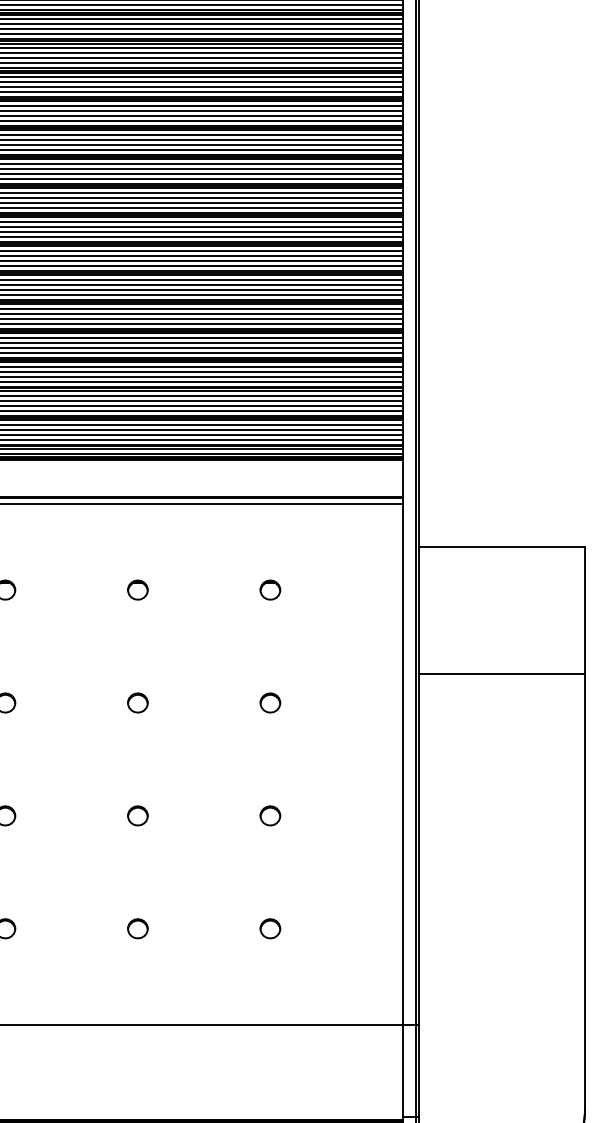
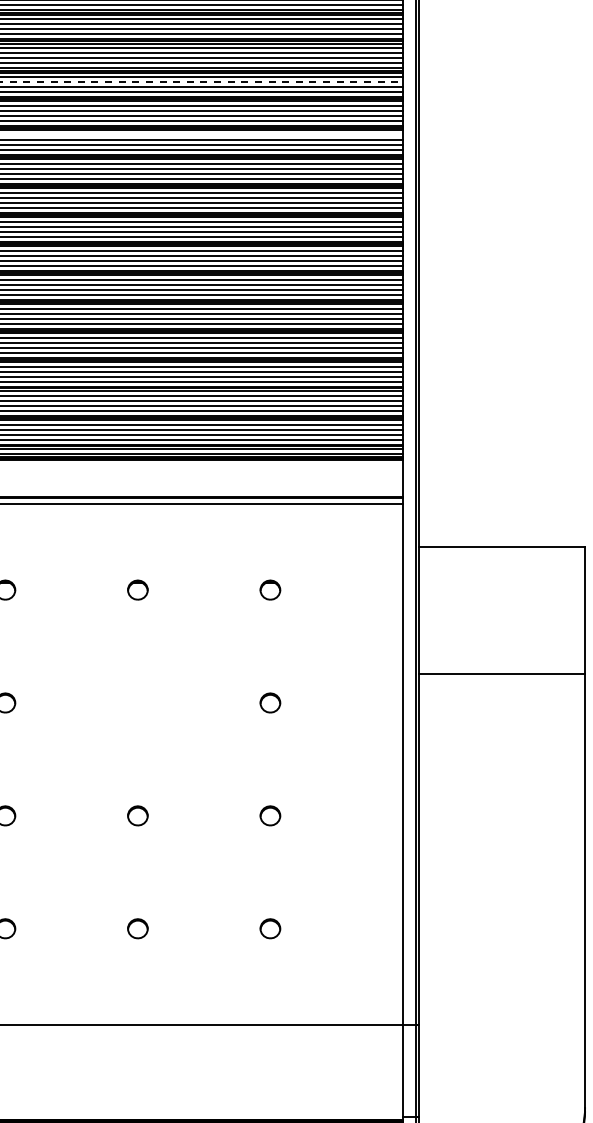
line at (202, 82): solid -> dashed
line at (202, 135): present -> none
part at (137, 702): present -> none
